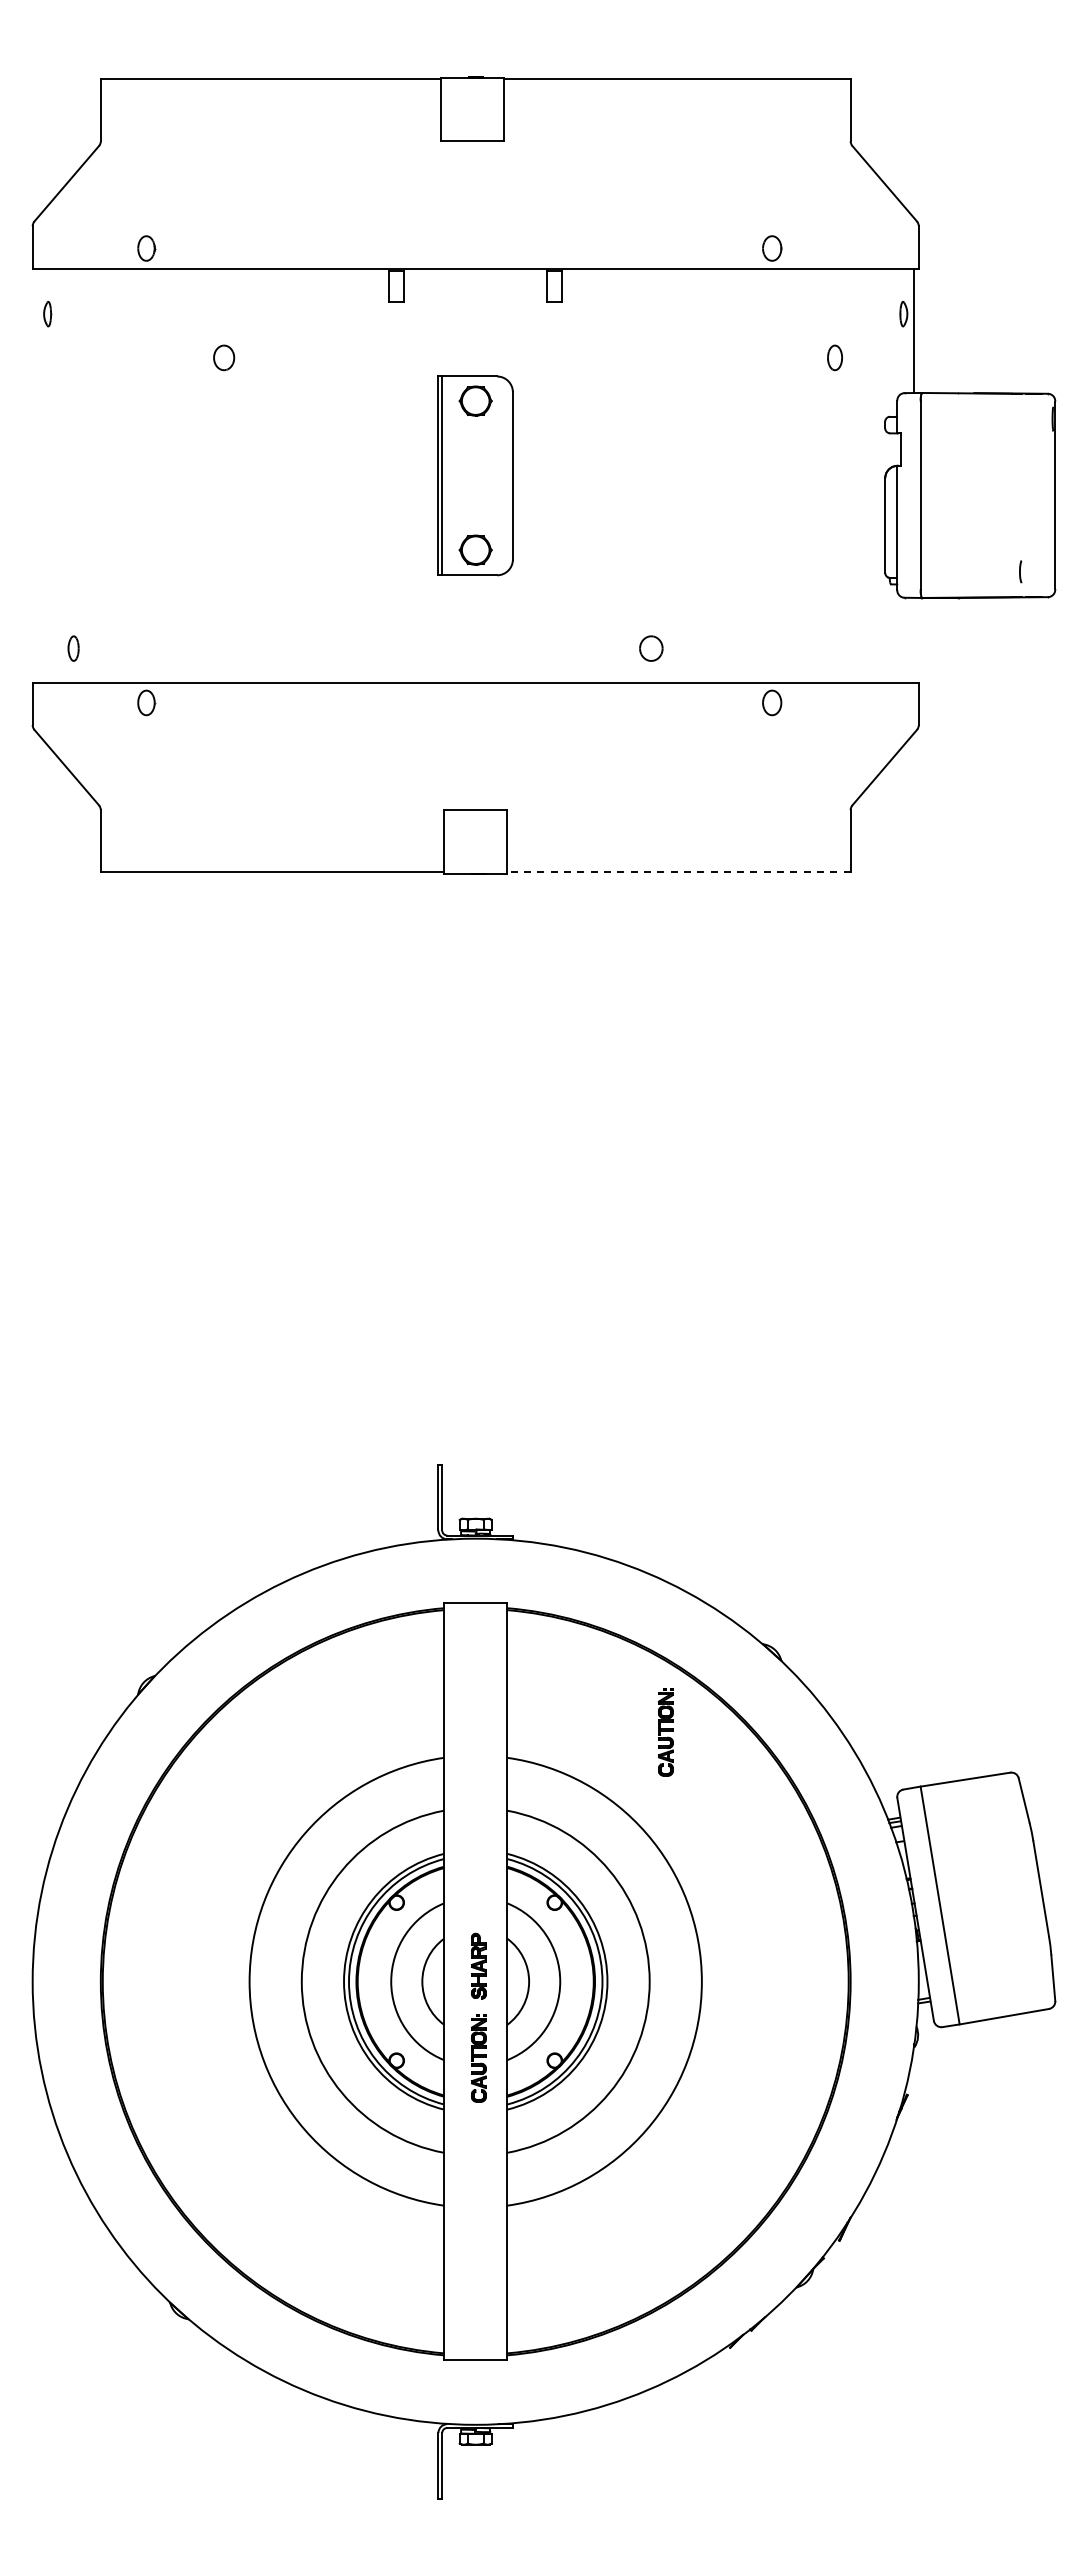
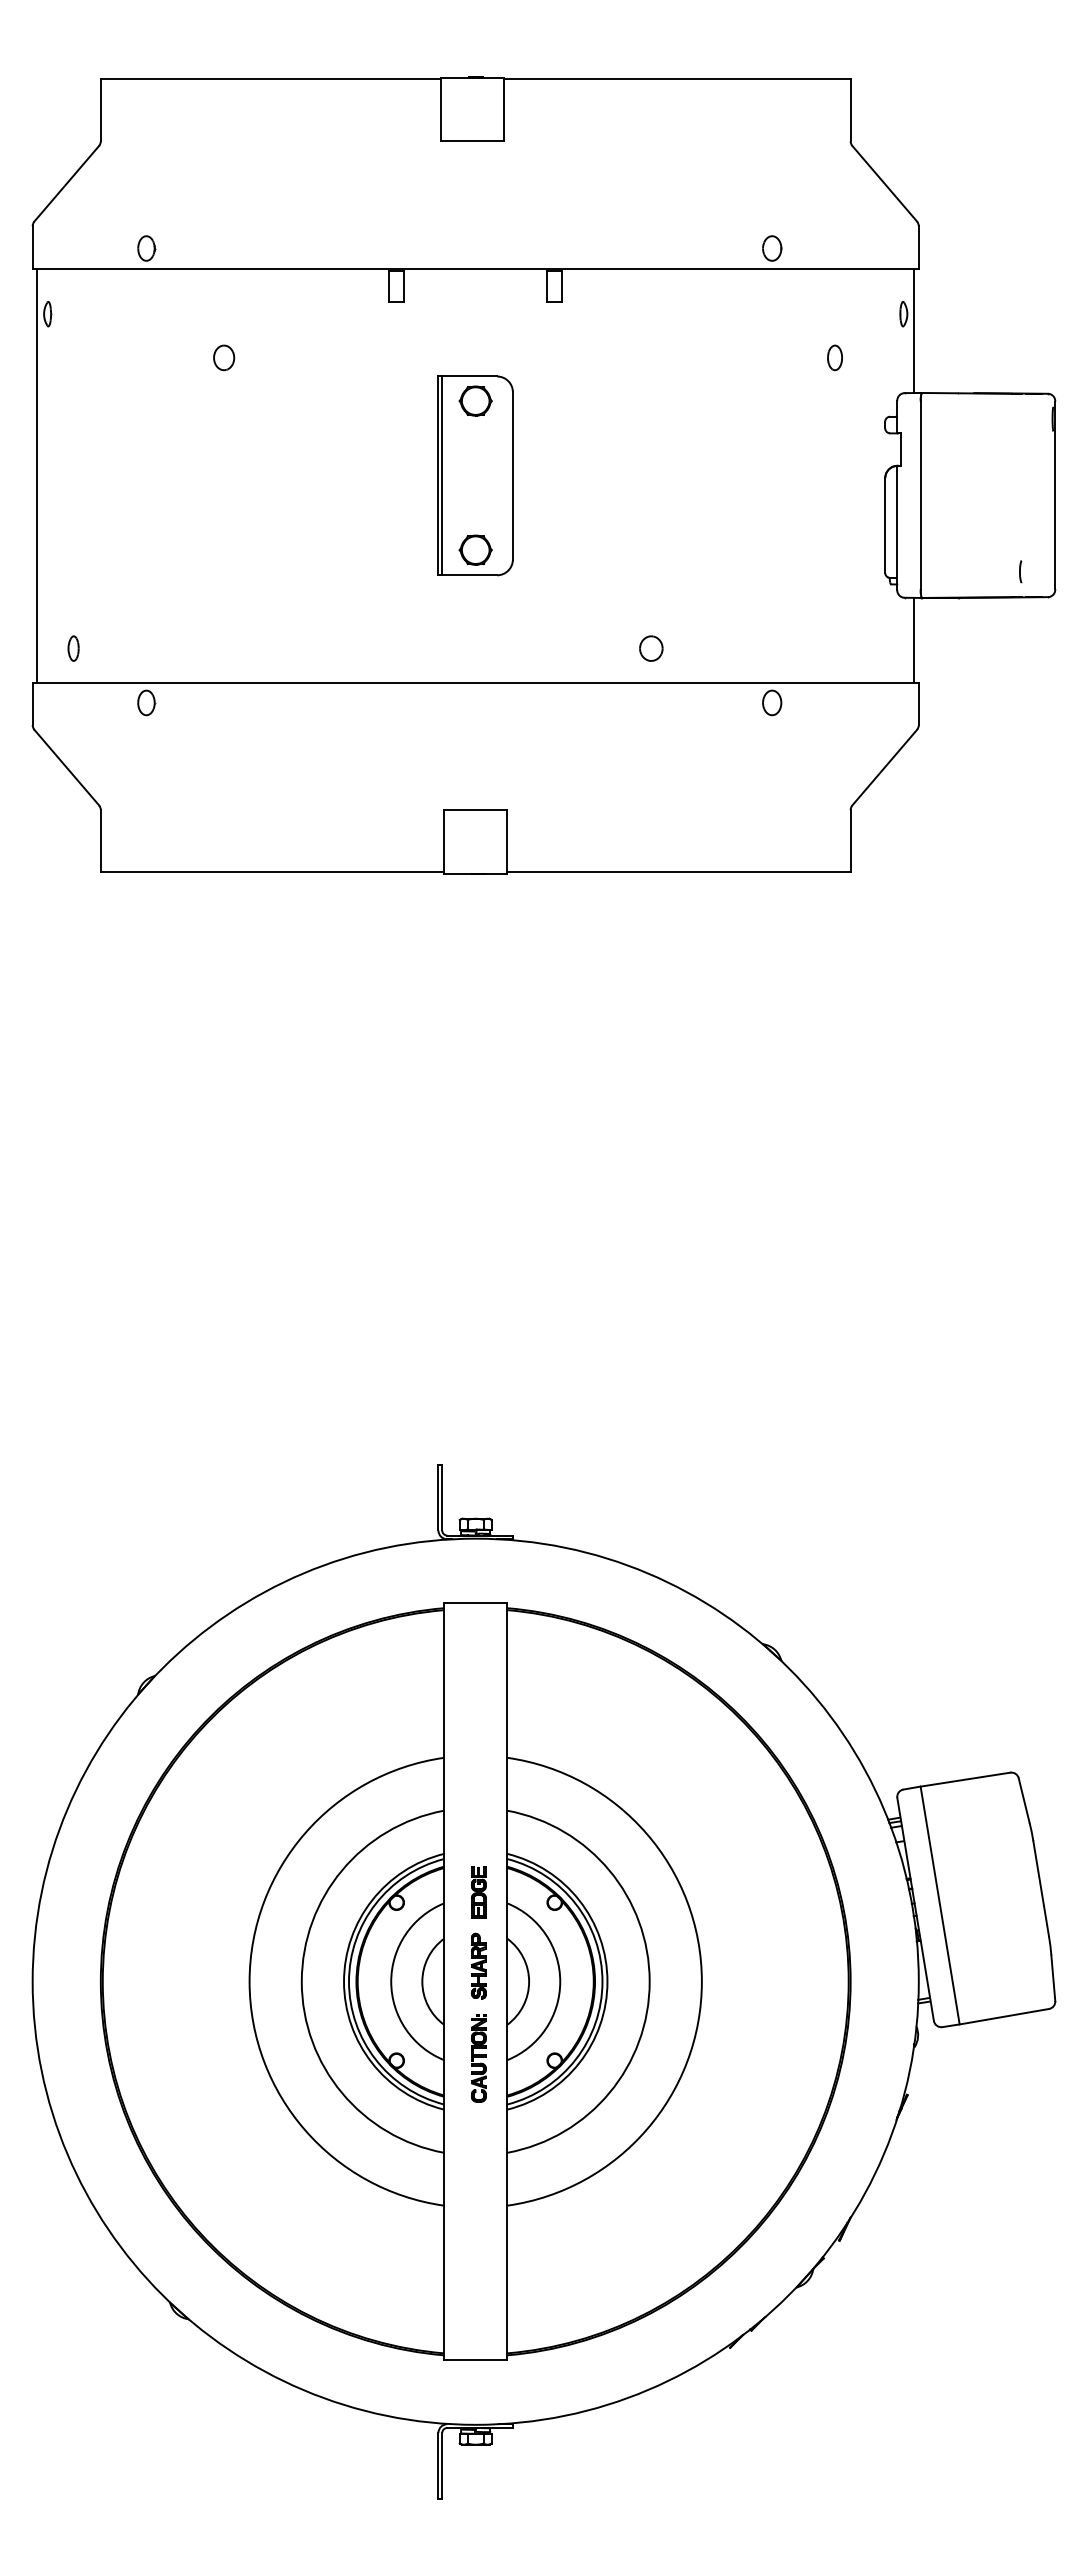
line at (37, 475): none -> present
line at (914, 639): none -> present
line at (678, 872): dashed -> solid
part at (665, 1732): present -> none
part at (478, 1892): none -> present
